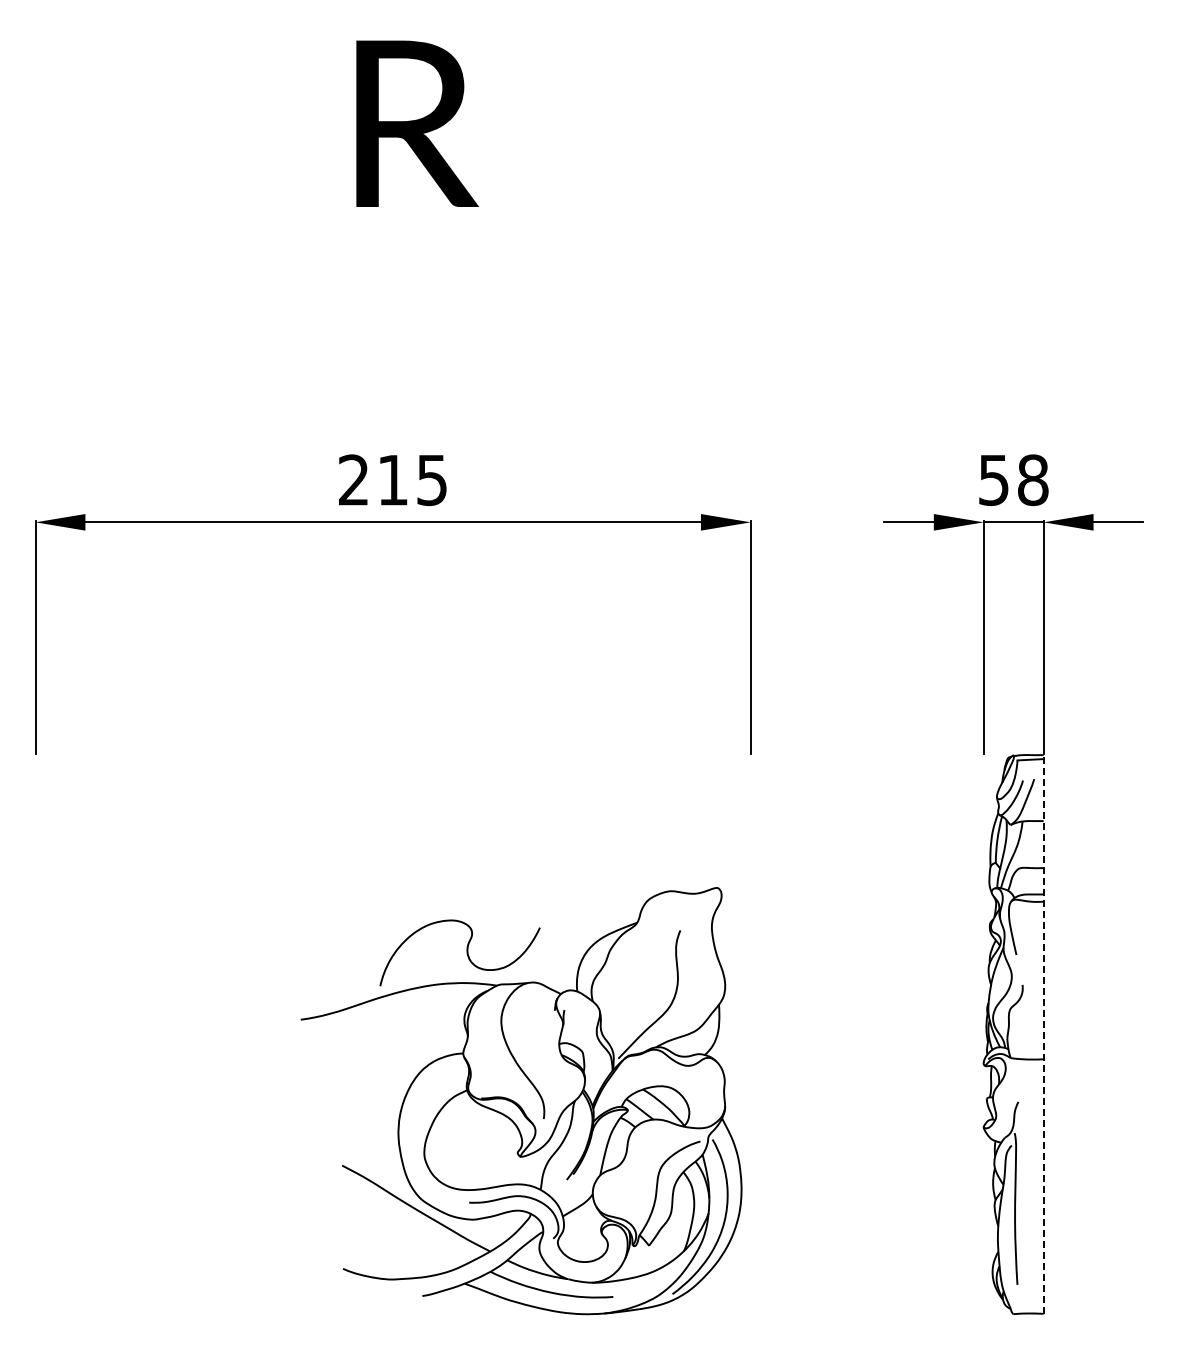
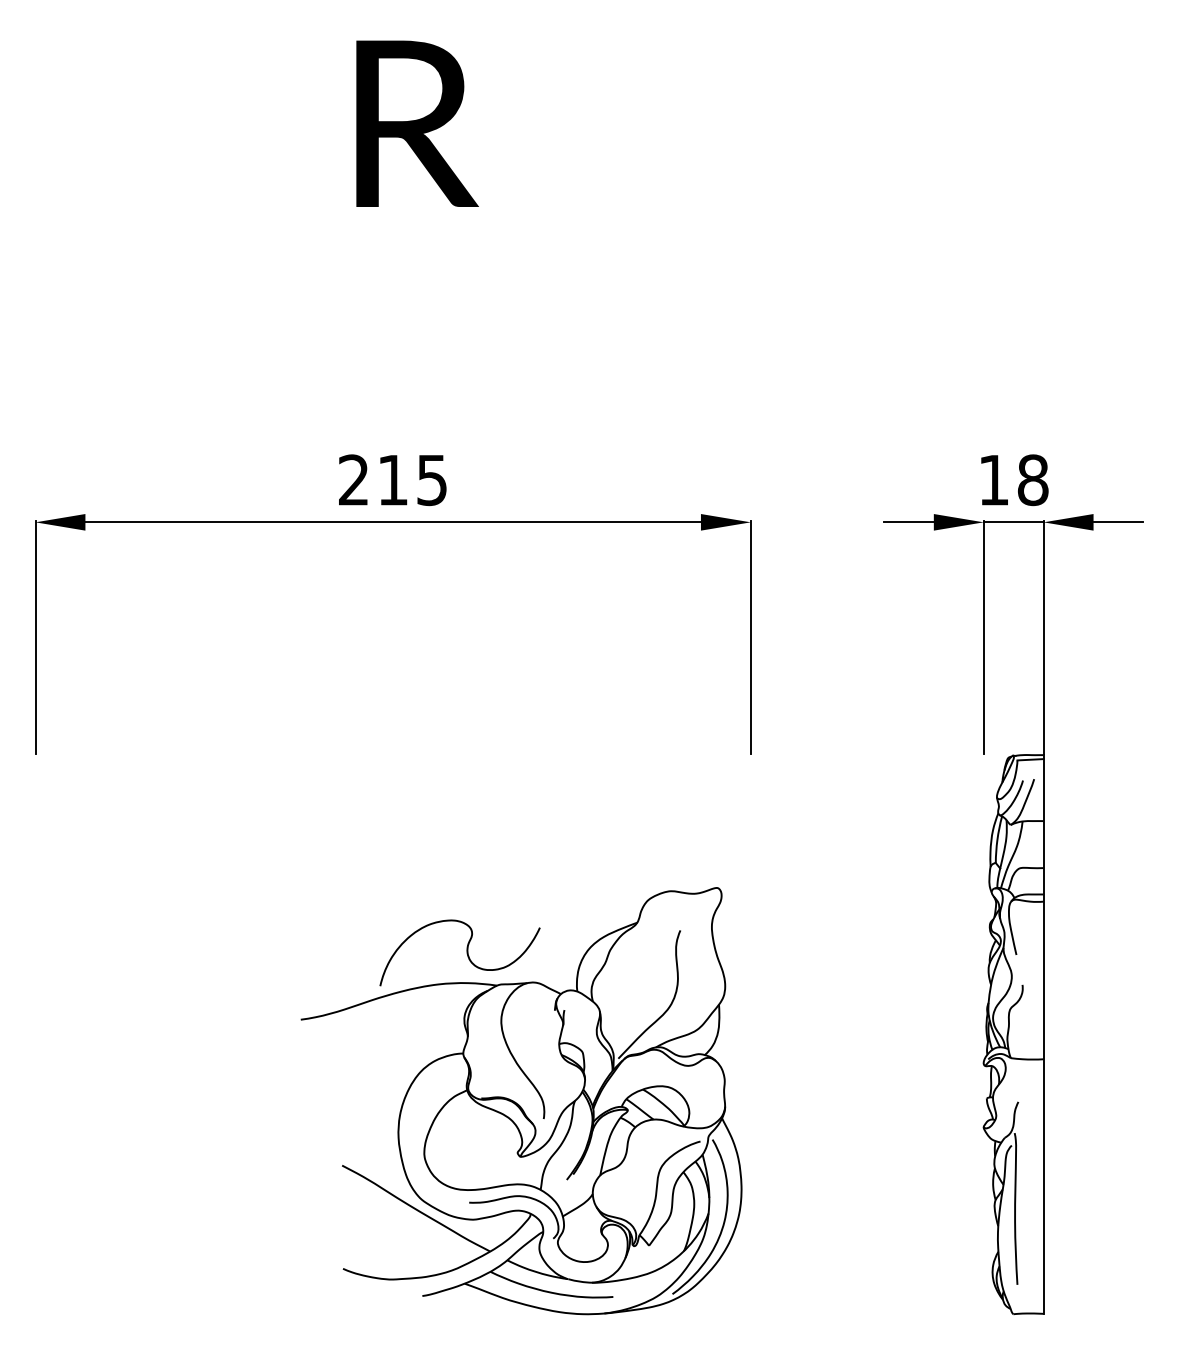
text at (993, 480): 58 -> 18
line at (1043, 1034): dashed -> solid
